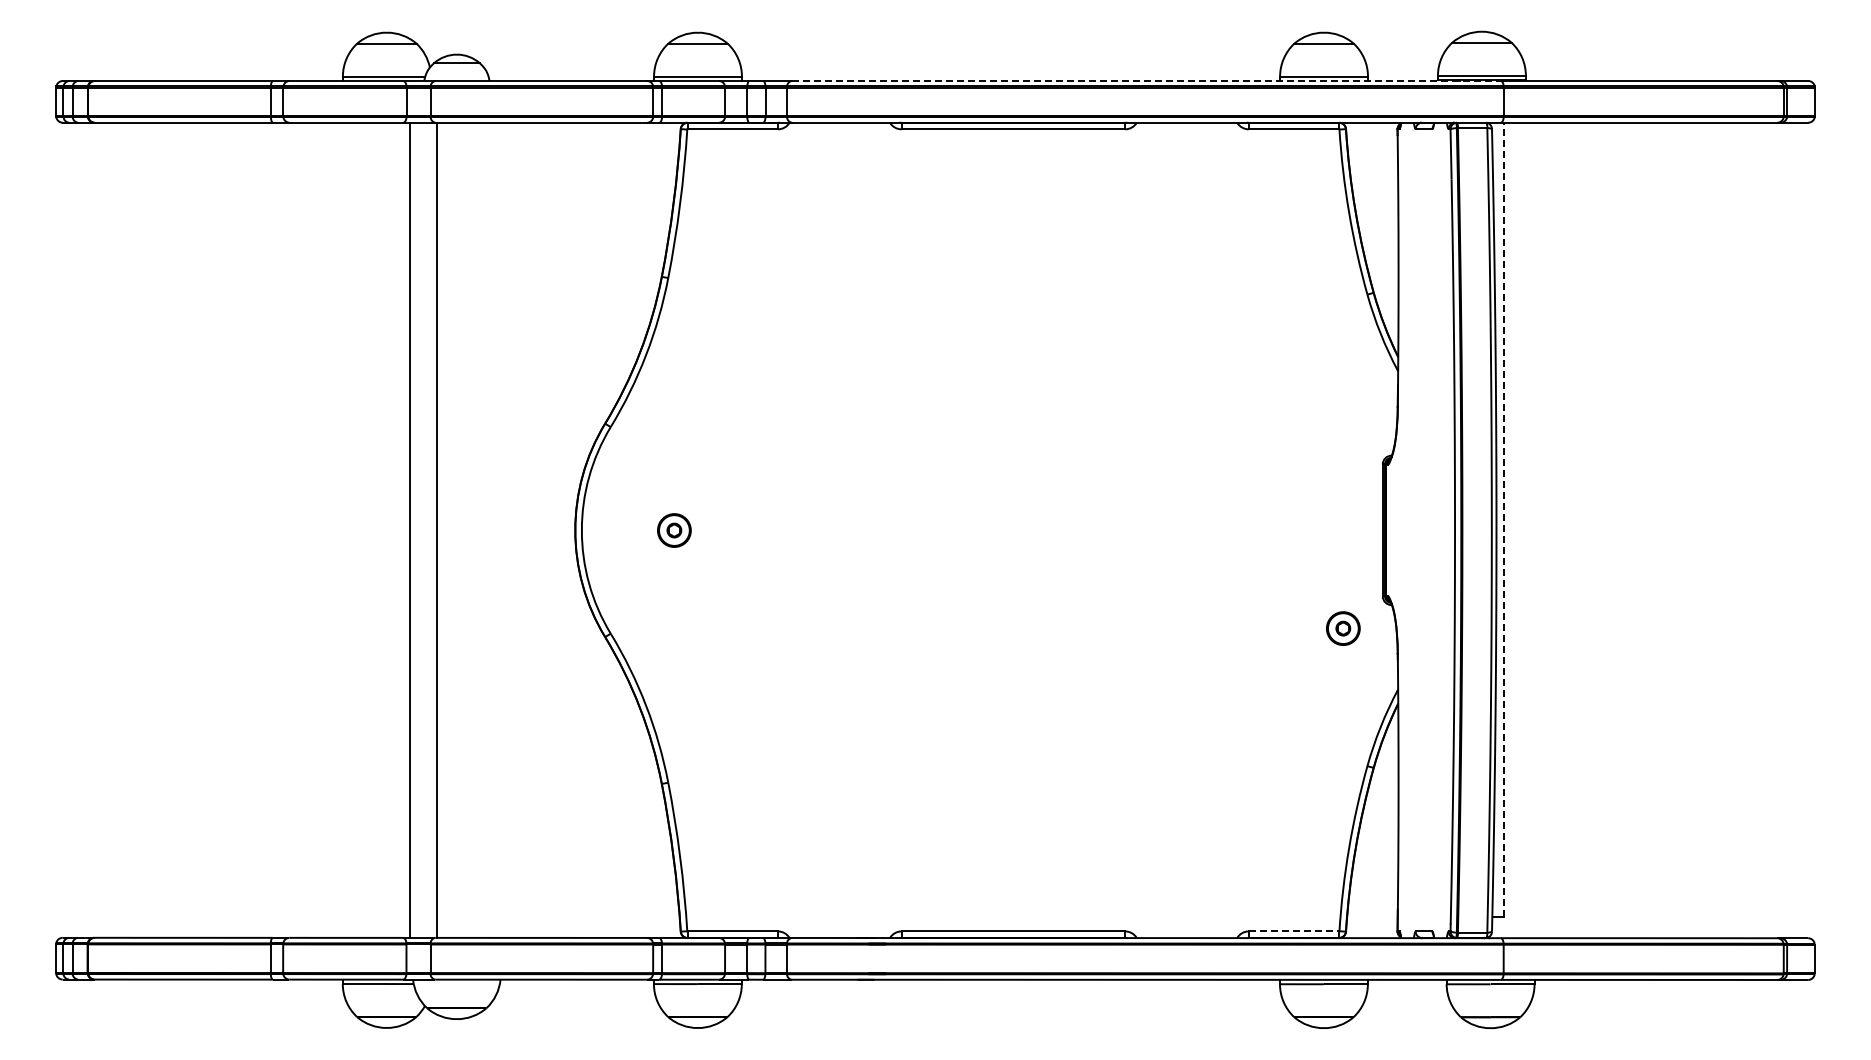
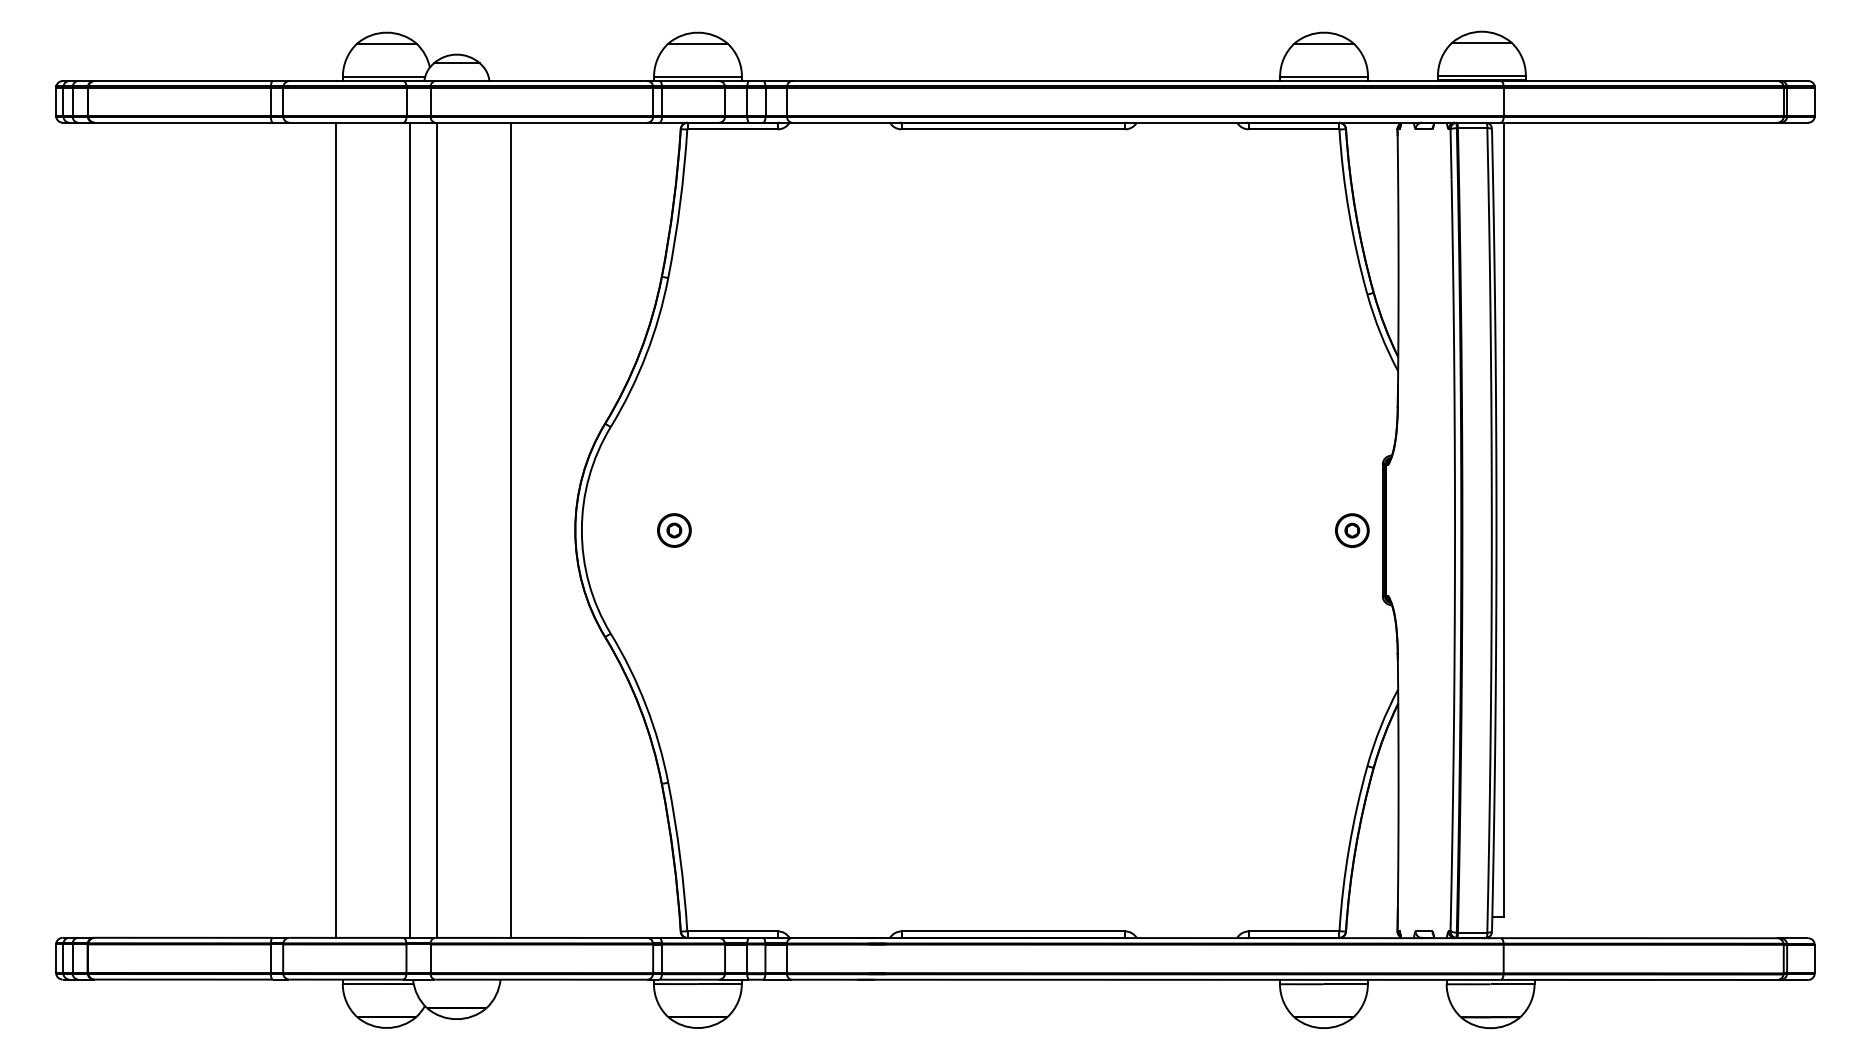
line at (1146, 80): dashed -> solid
line at (1503, 519): dashed -> solid
line at (335, 529): none -> present
line at (510, 529): none -> present
part at (1343, 628) position: (1343, 628) -> (1352, 530)
line at (1294, 931): dashed -> solid
